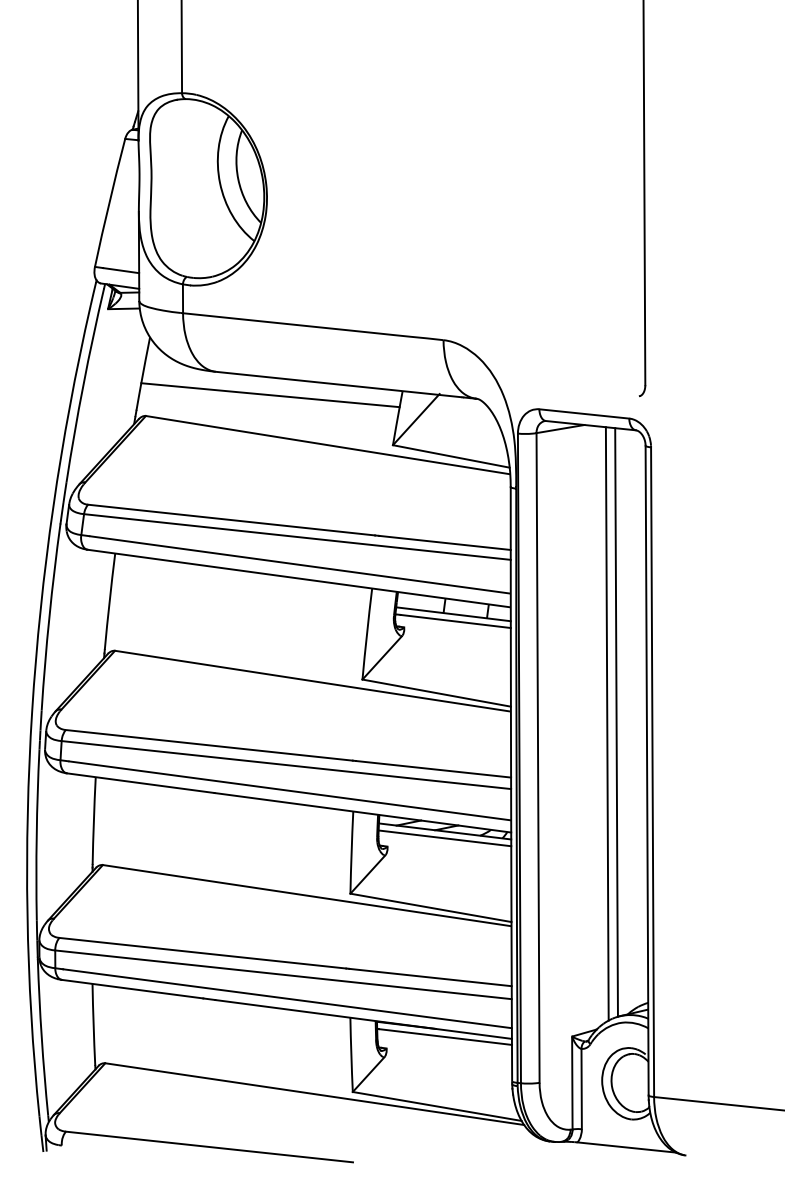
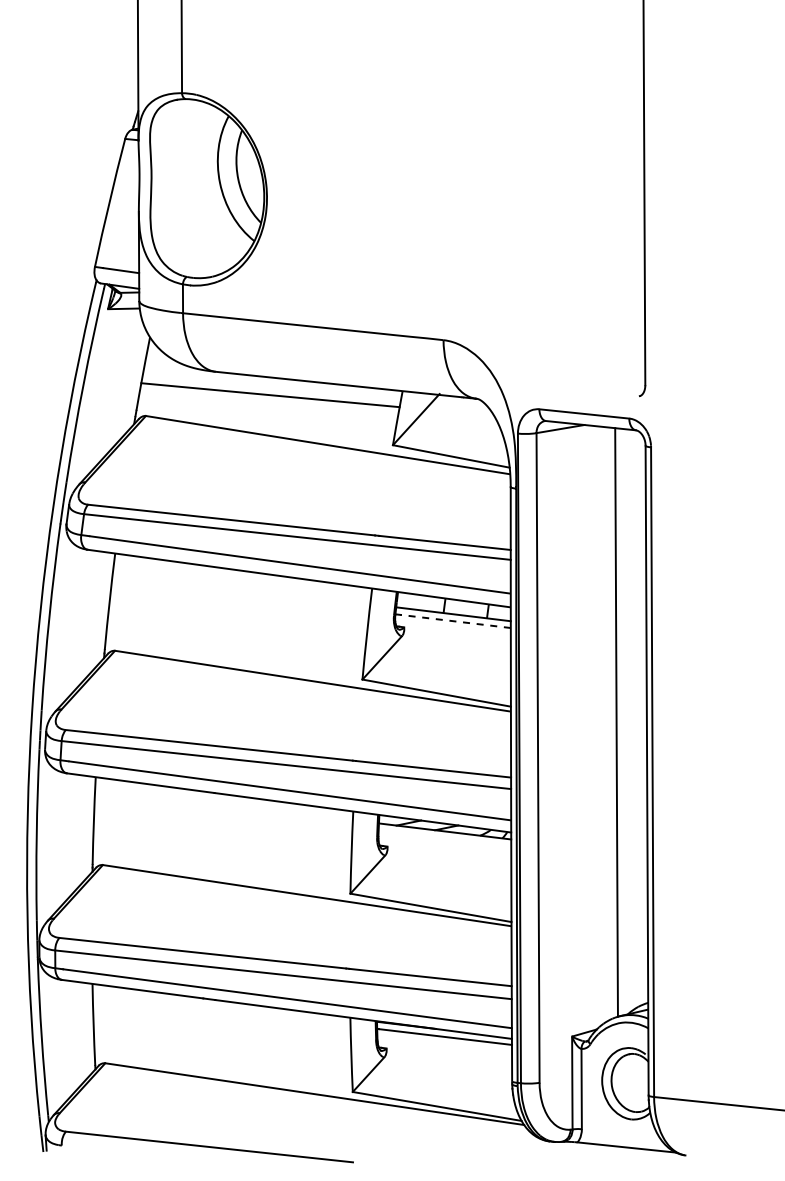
line at (455, 621): solid -> dashed
line at (606, 723): present -> none
line at (445, 838): present -> none
